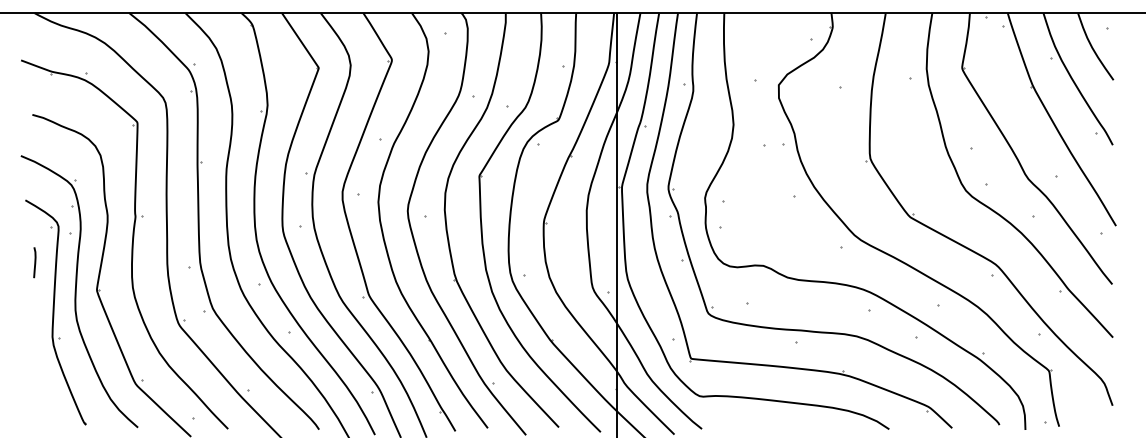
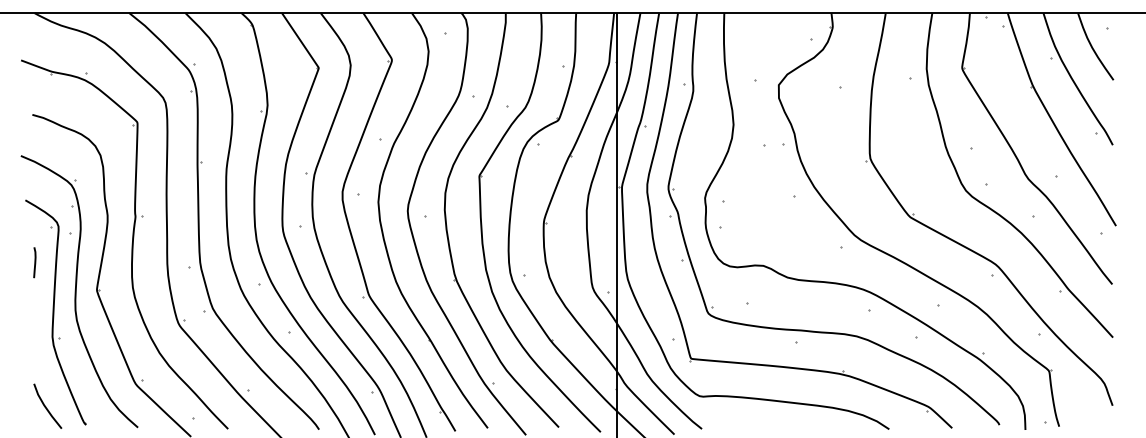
line at (46, 406): none -> present
